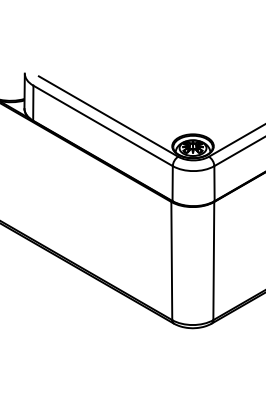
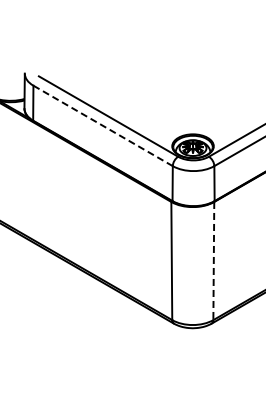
line at (103, 126): solid -> dashed
line at (213, 261): solid -> dashed
